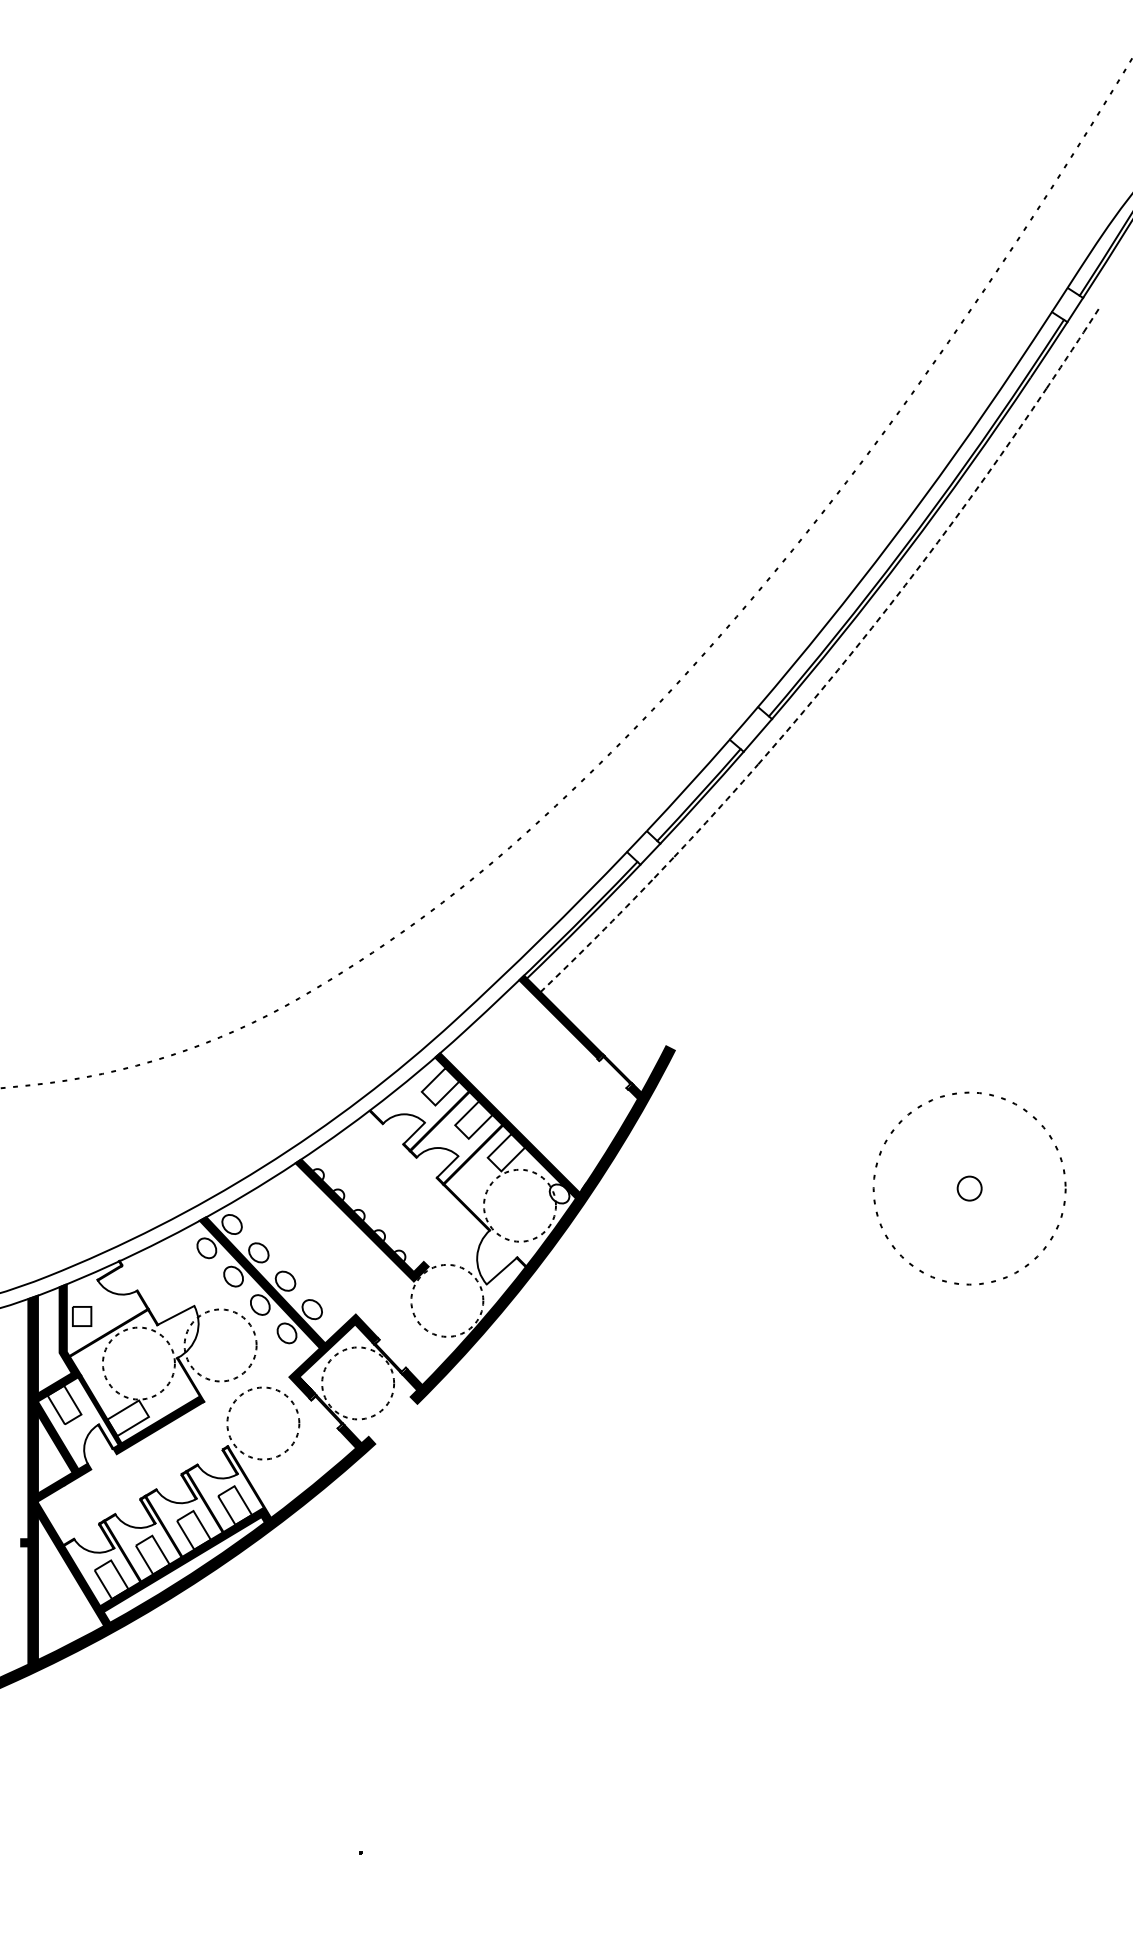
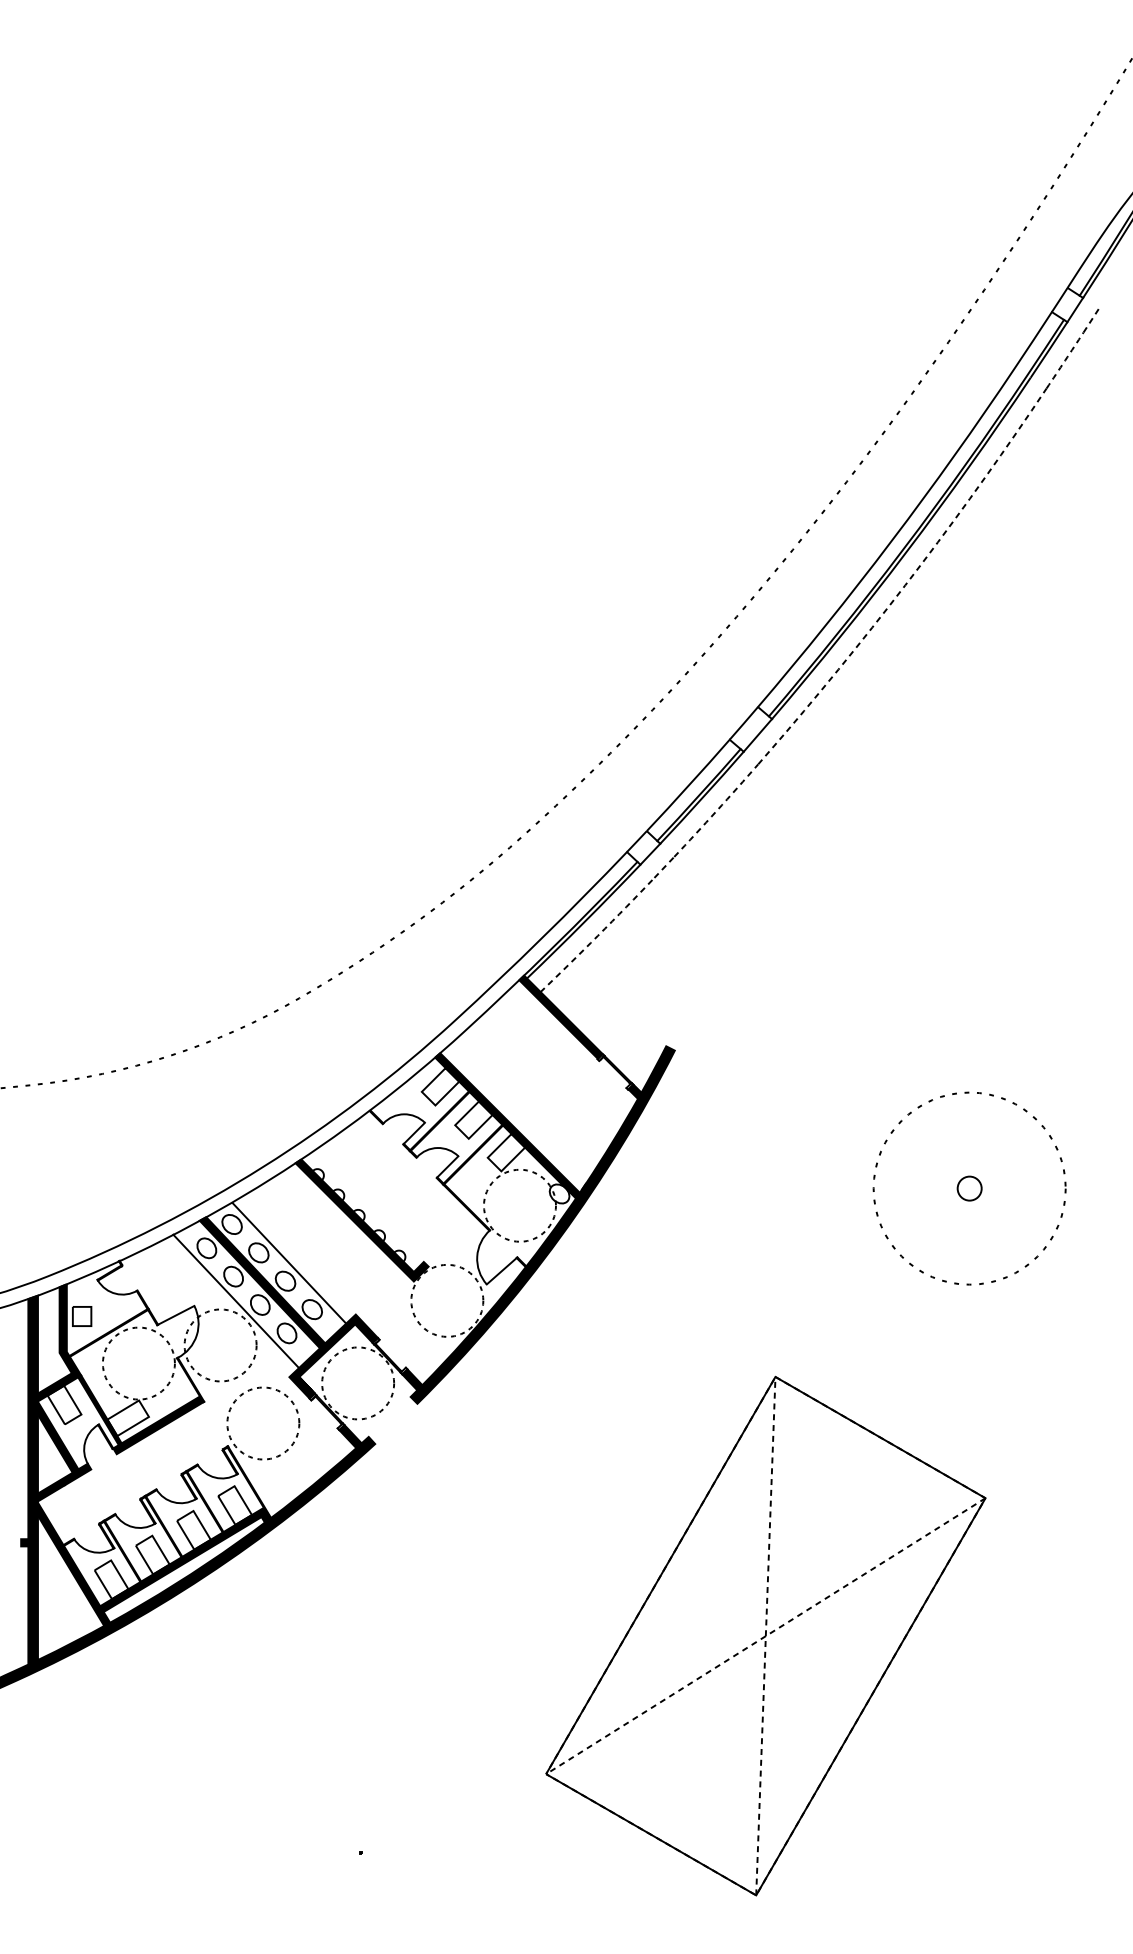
line at (289, 1263): none -> present
line at (236, 1301): none -> present
part at (765, 1635): none -> present
